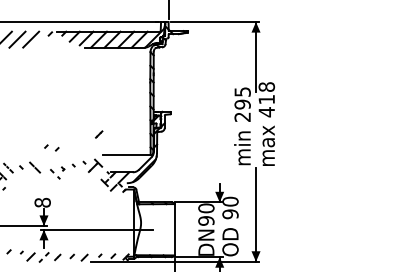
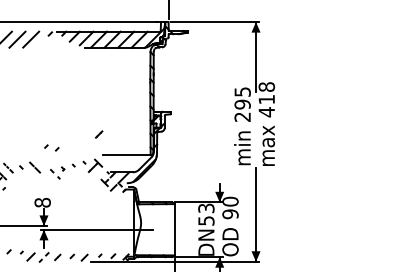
text at (206, 214): 90 -> 53
